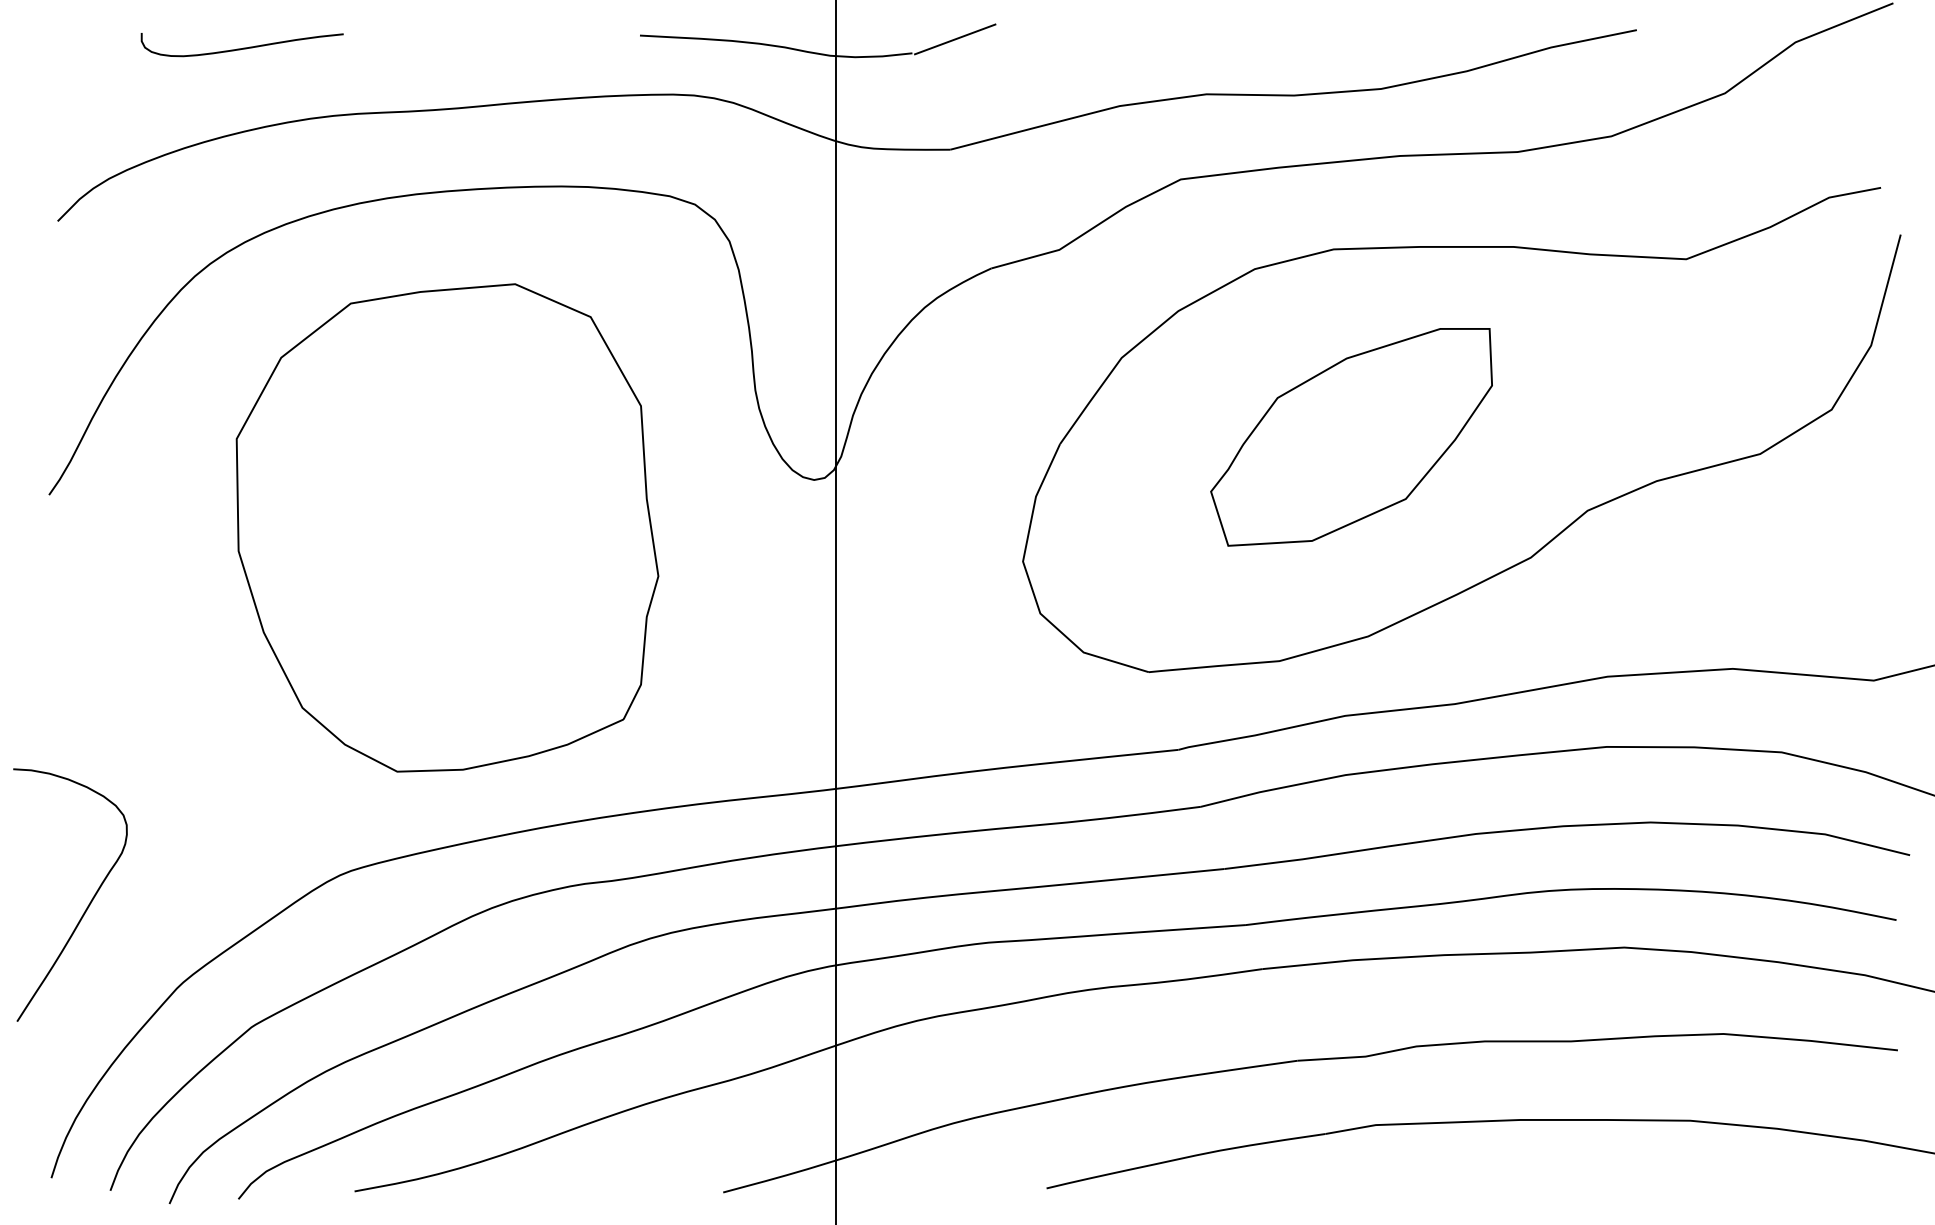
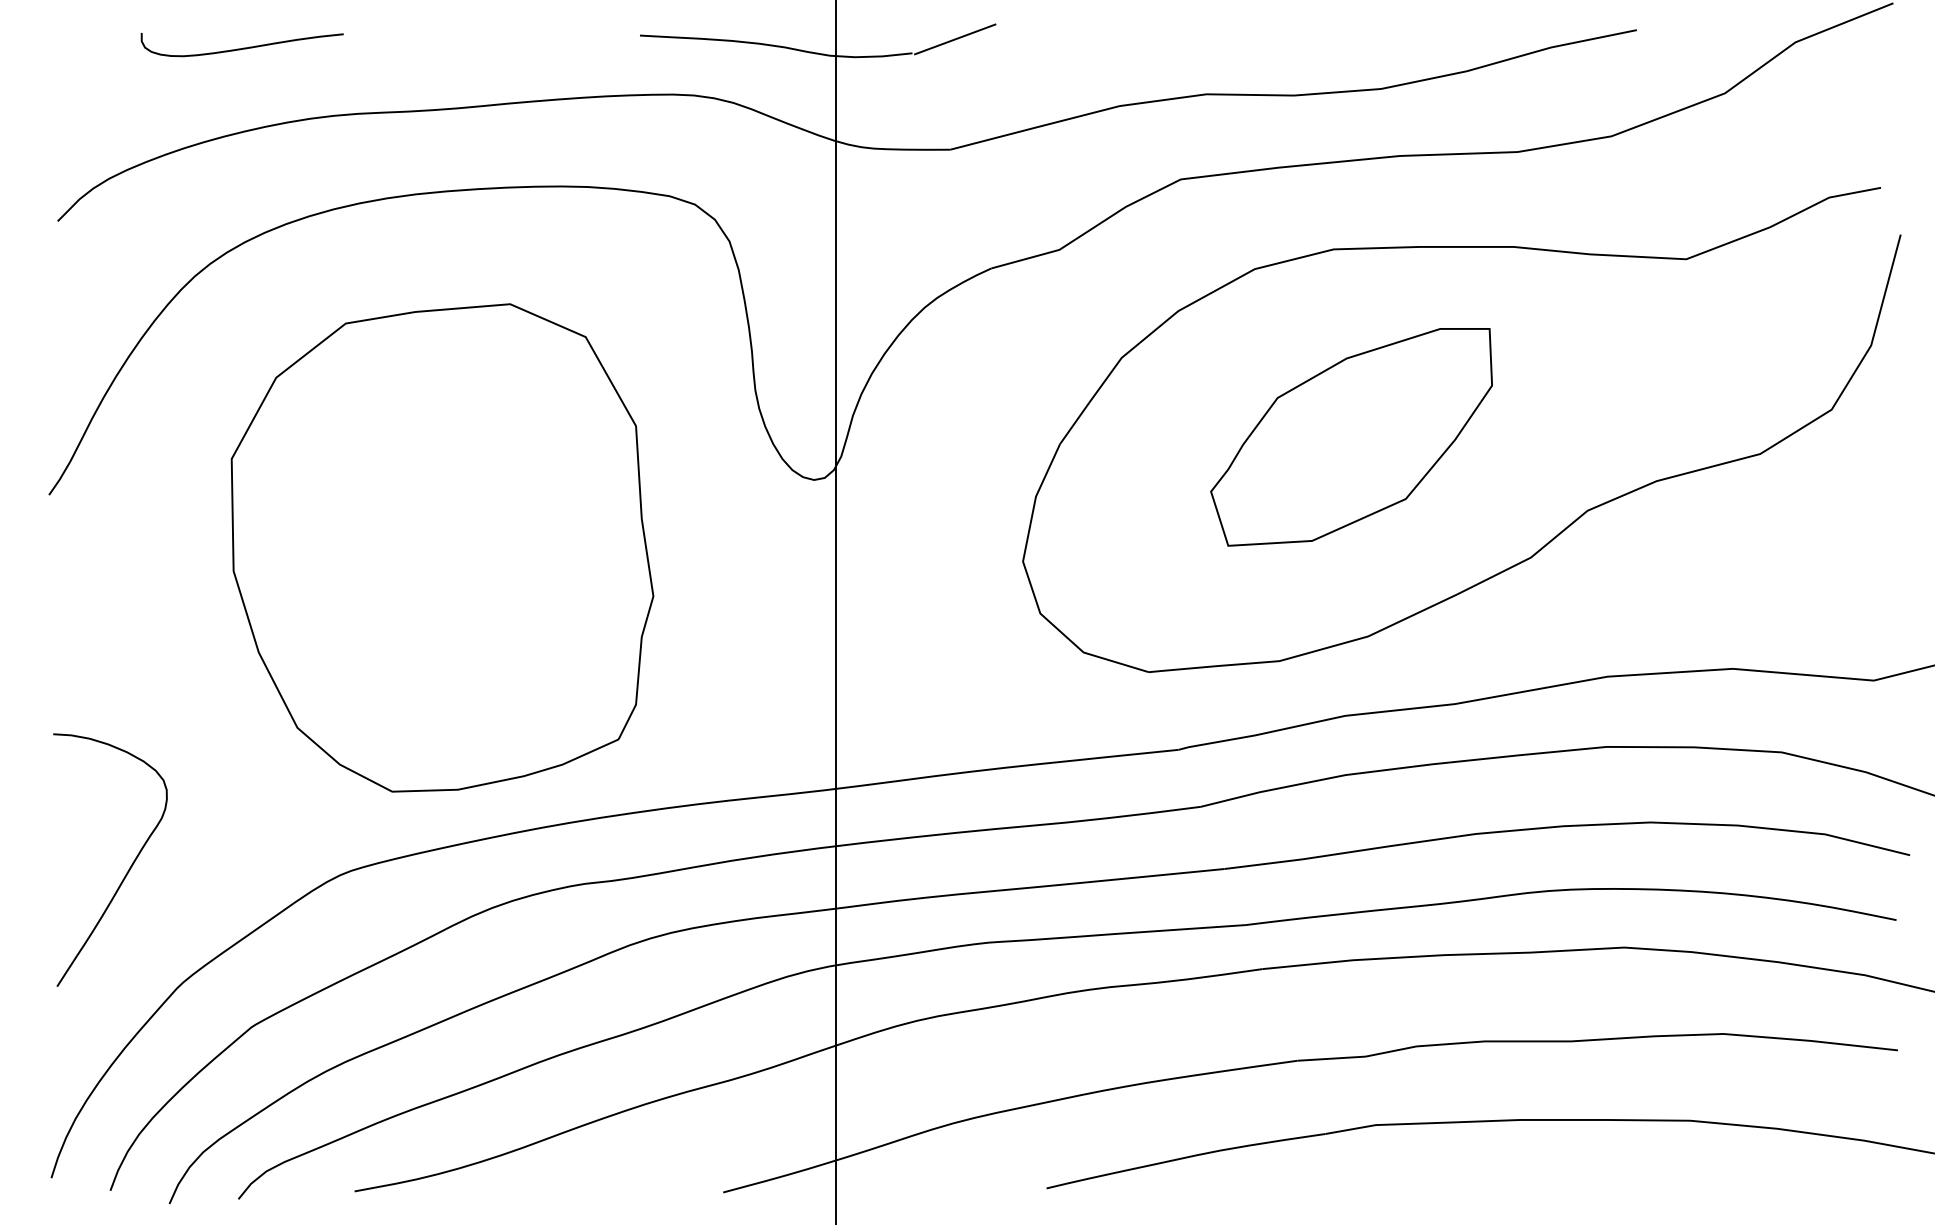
part at (447, 527) position: (447, 527) -> (442, 547)
curve at (88, 904) position: (88, 904) -> (128, 869)
